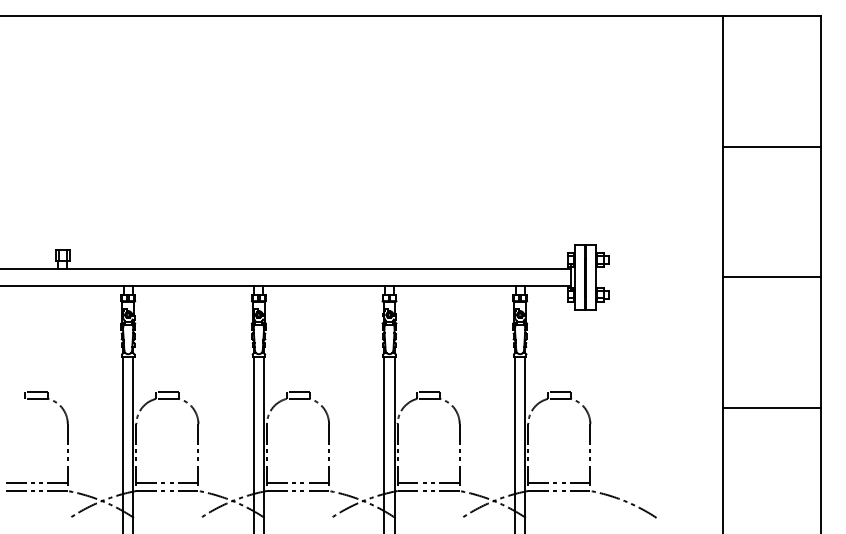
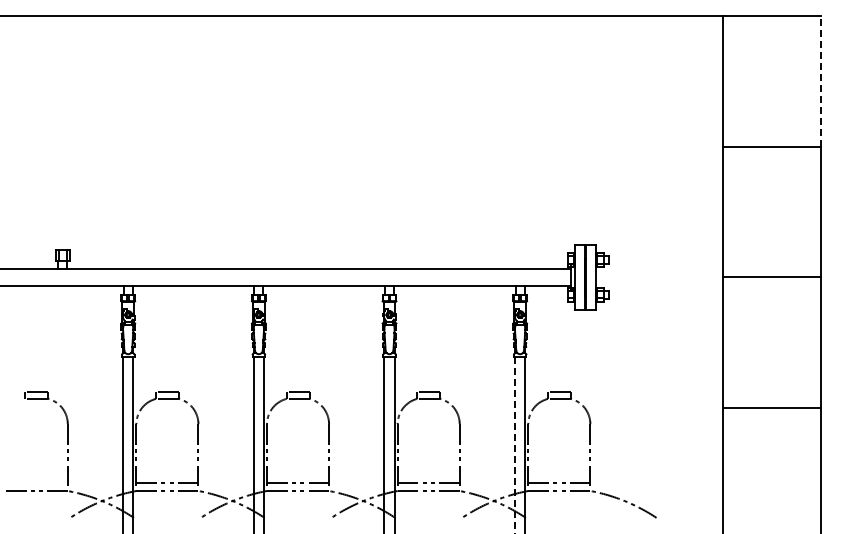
line at (820, 80): solid -> dashed
line at (515, 445): solid -> dashed
line at (36, 483): present -> none
